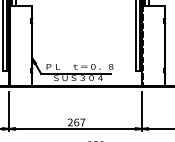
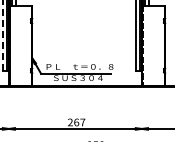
line at (2, 34): solid -> dashed
line at (8, 111): present -> none
line at (141, 111): present -> none
